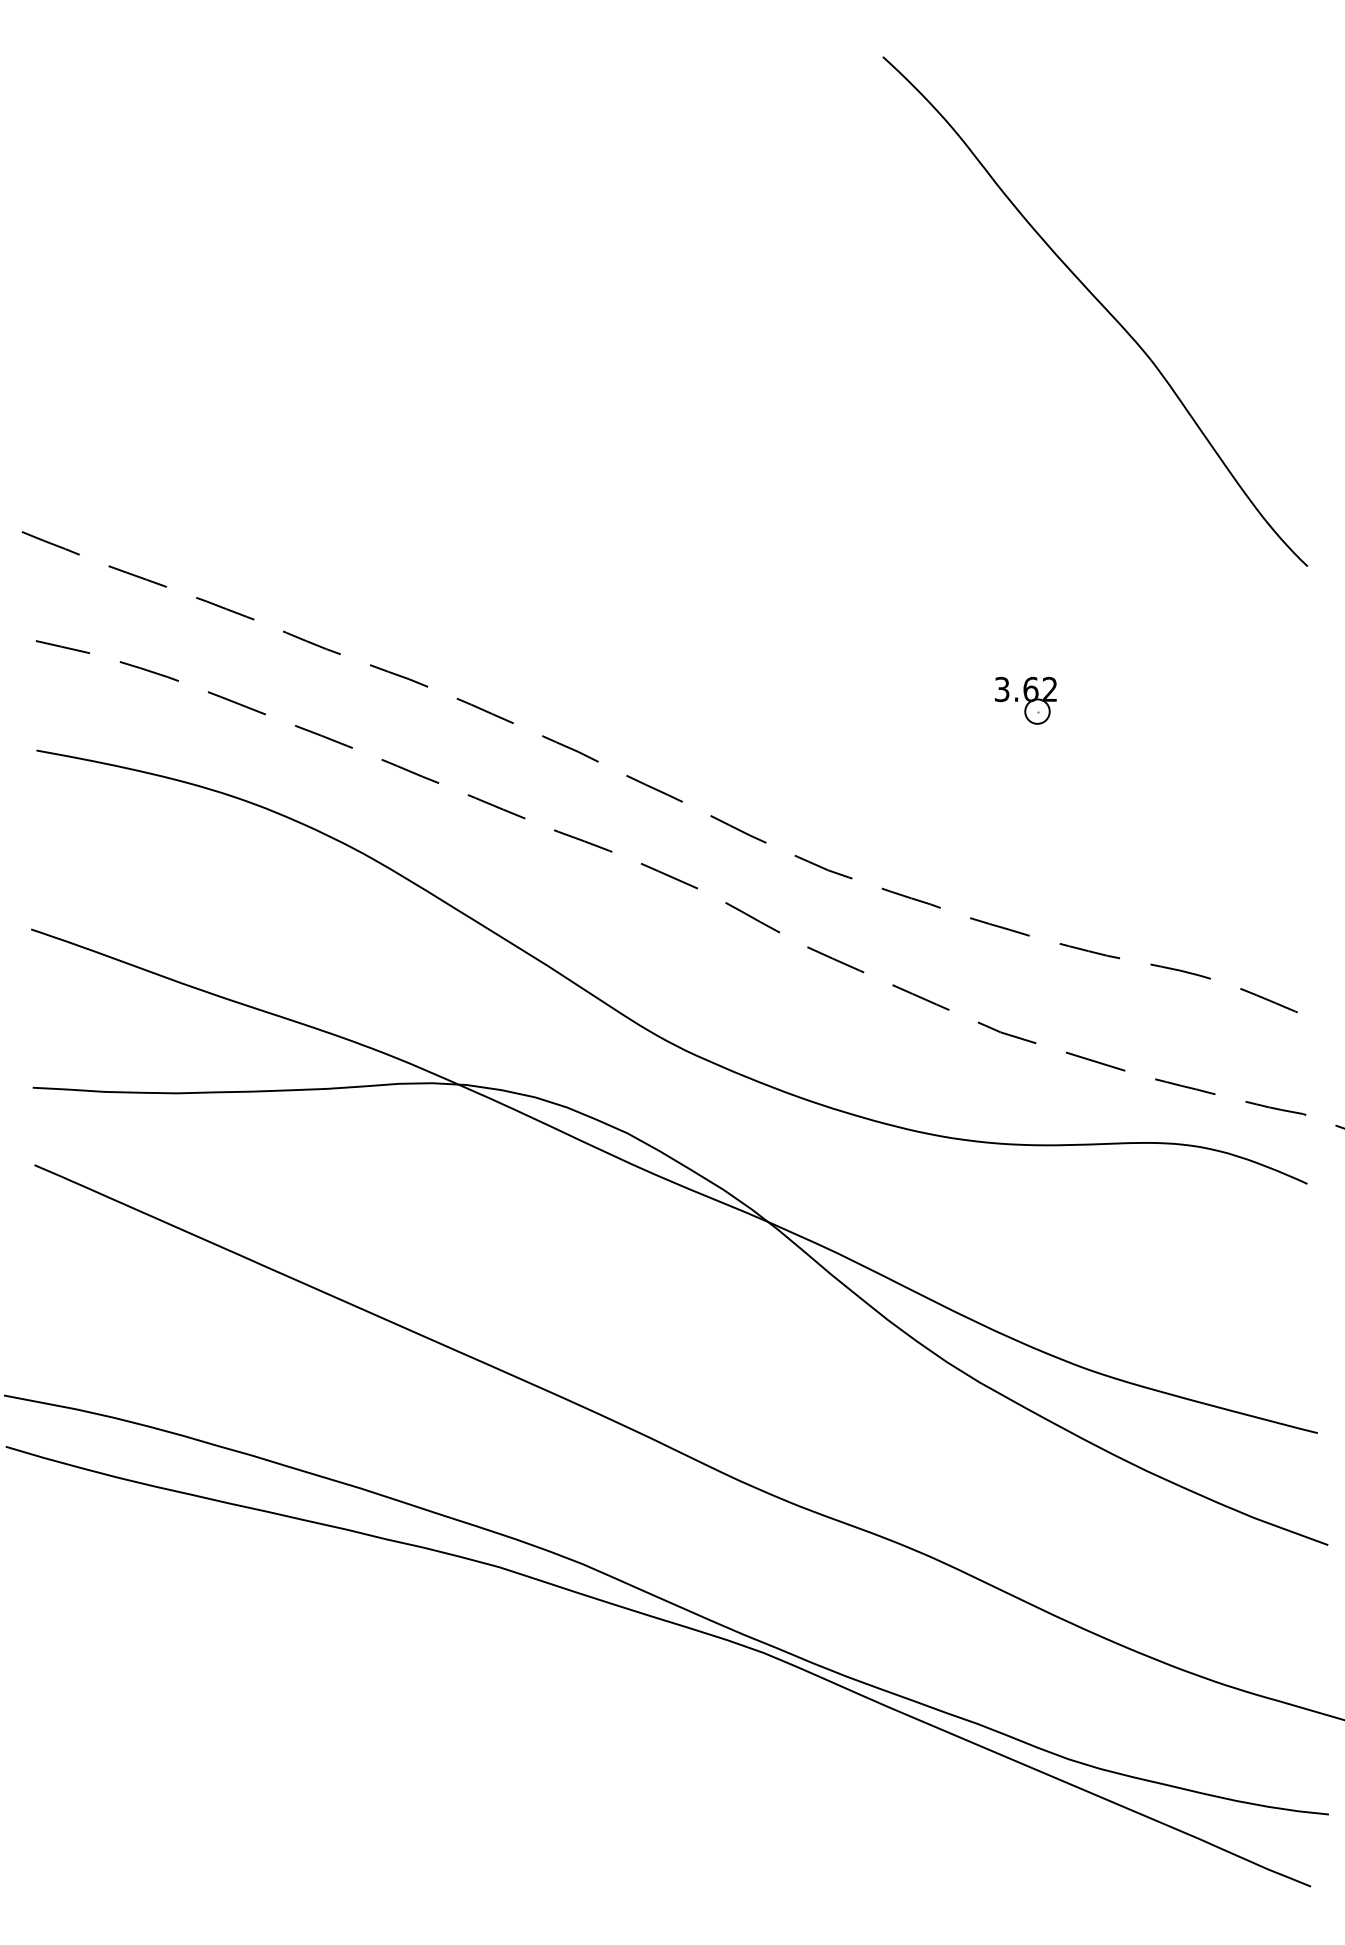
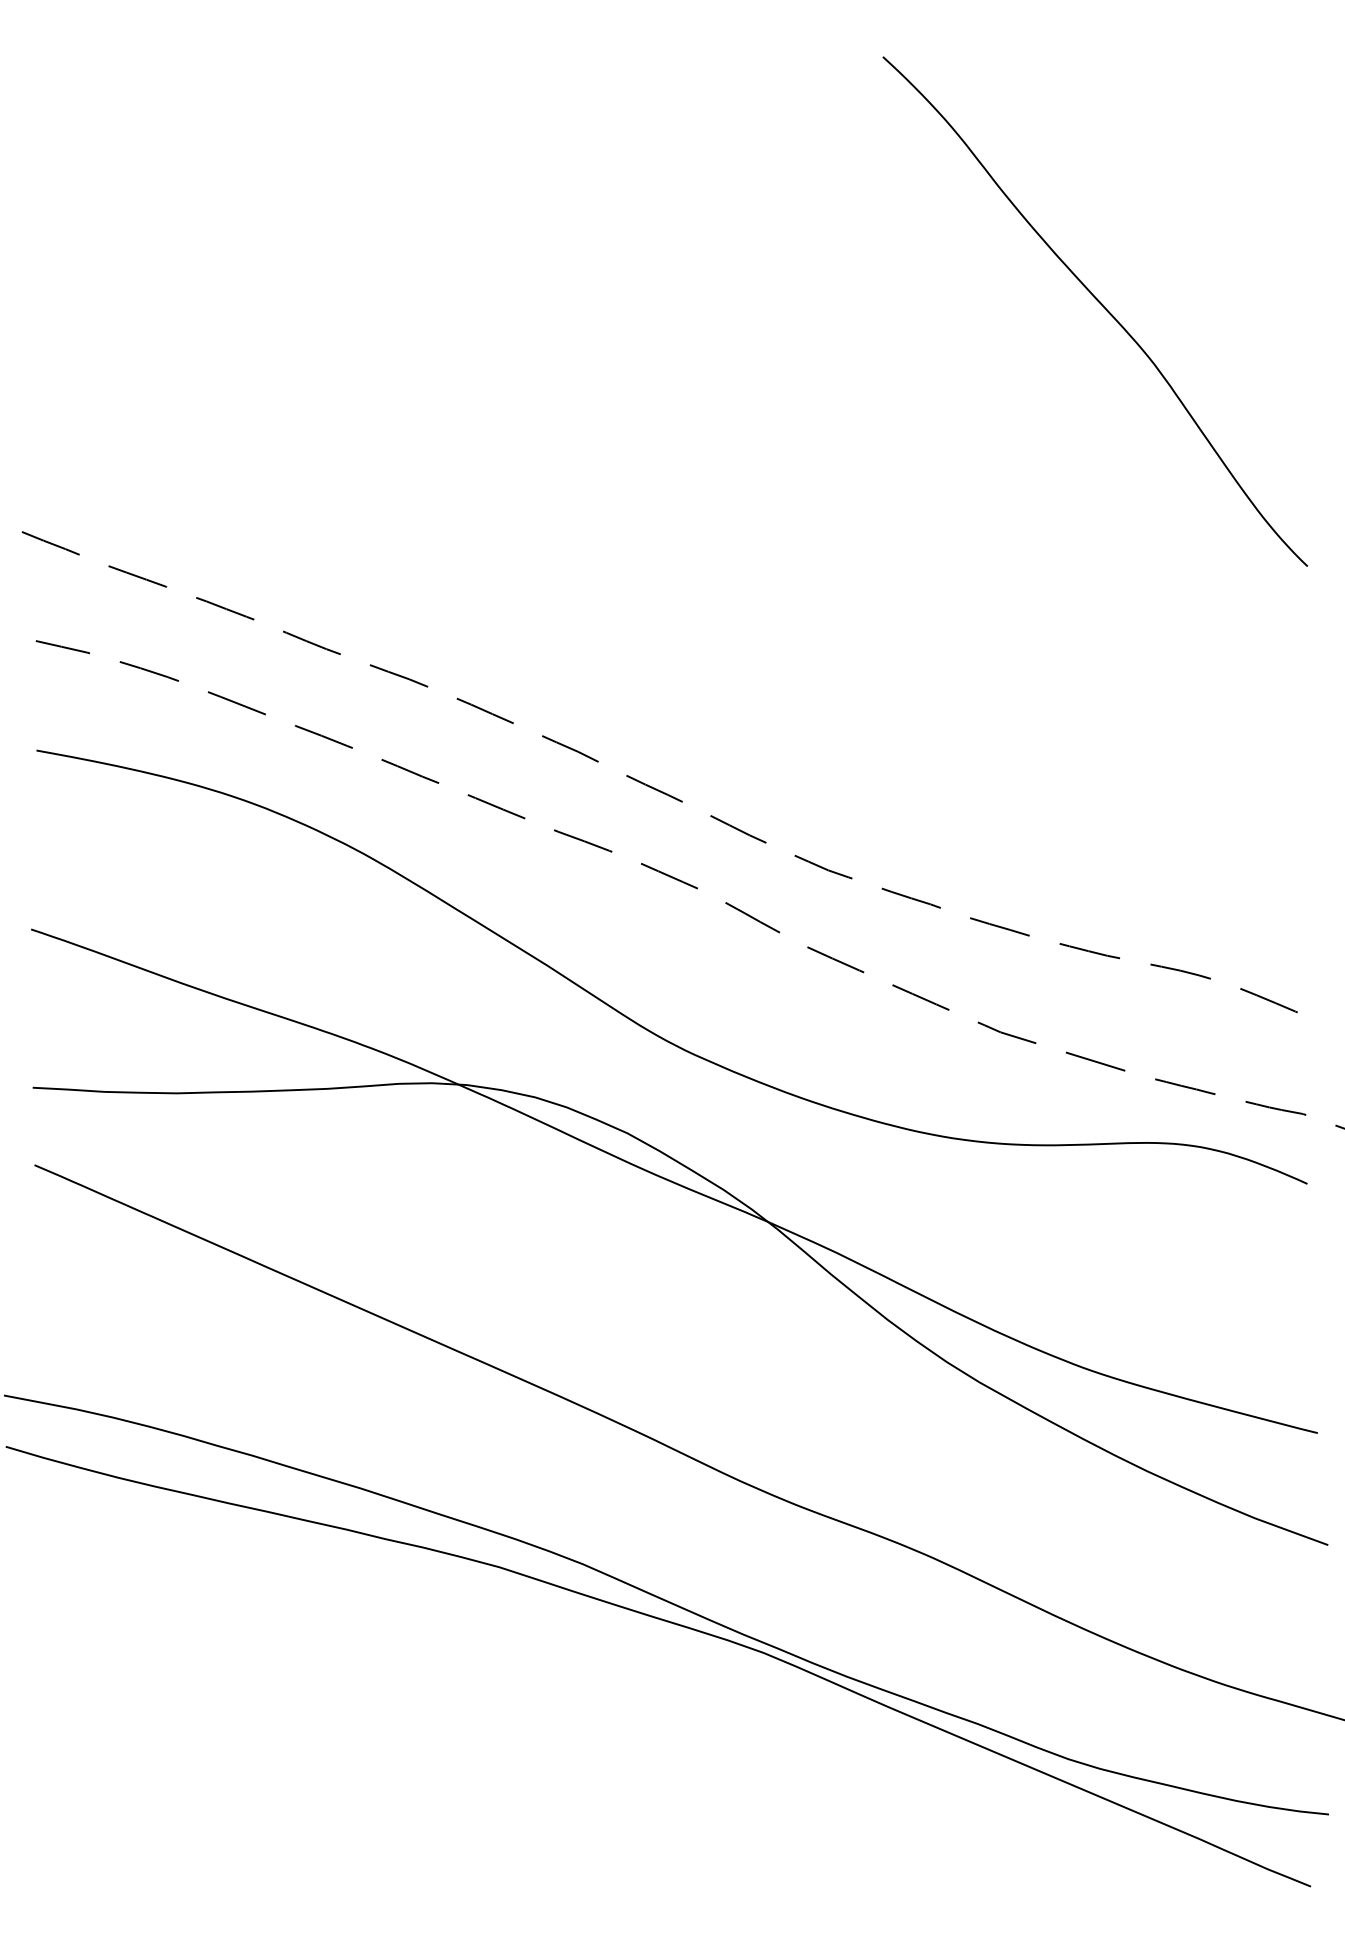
part at (1025, 700): present -> none
